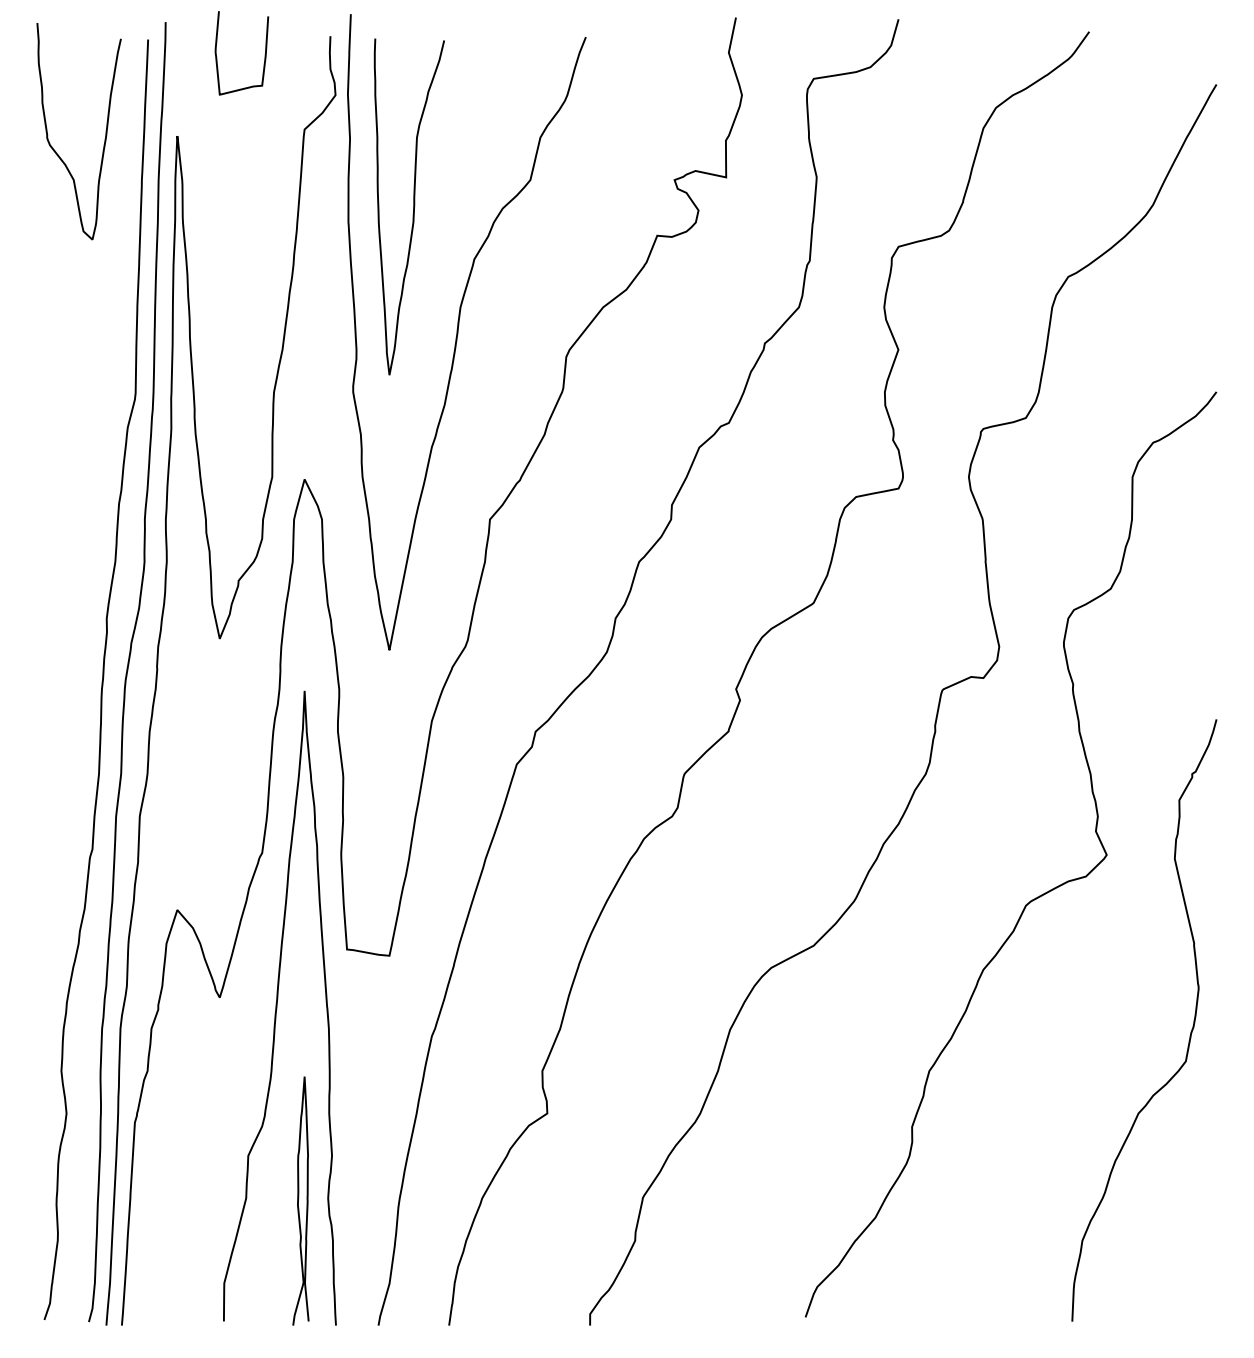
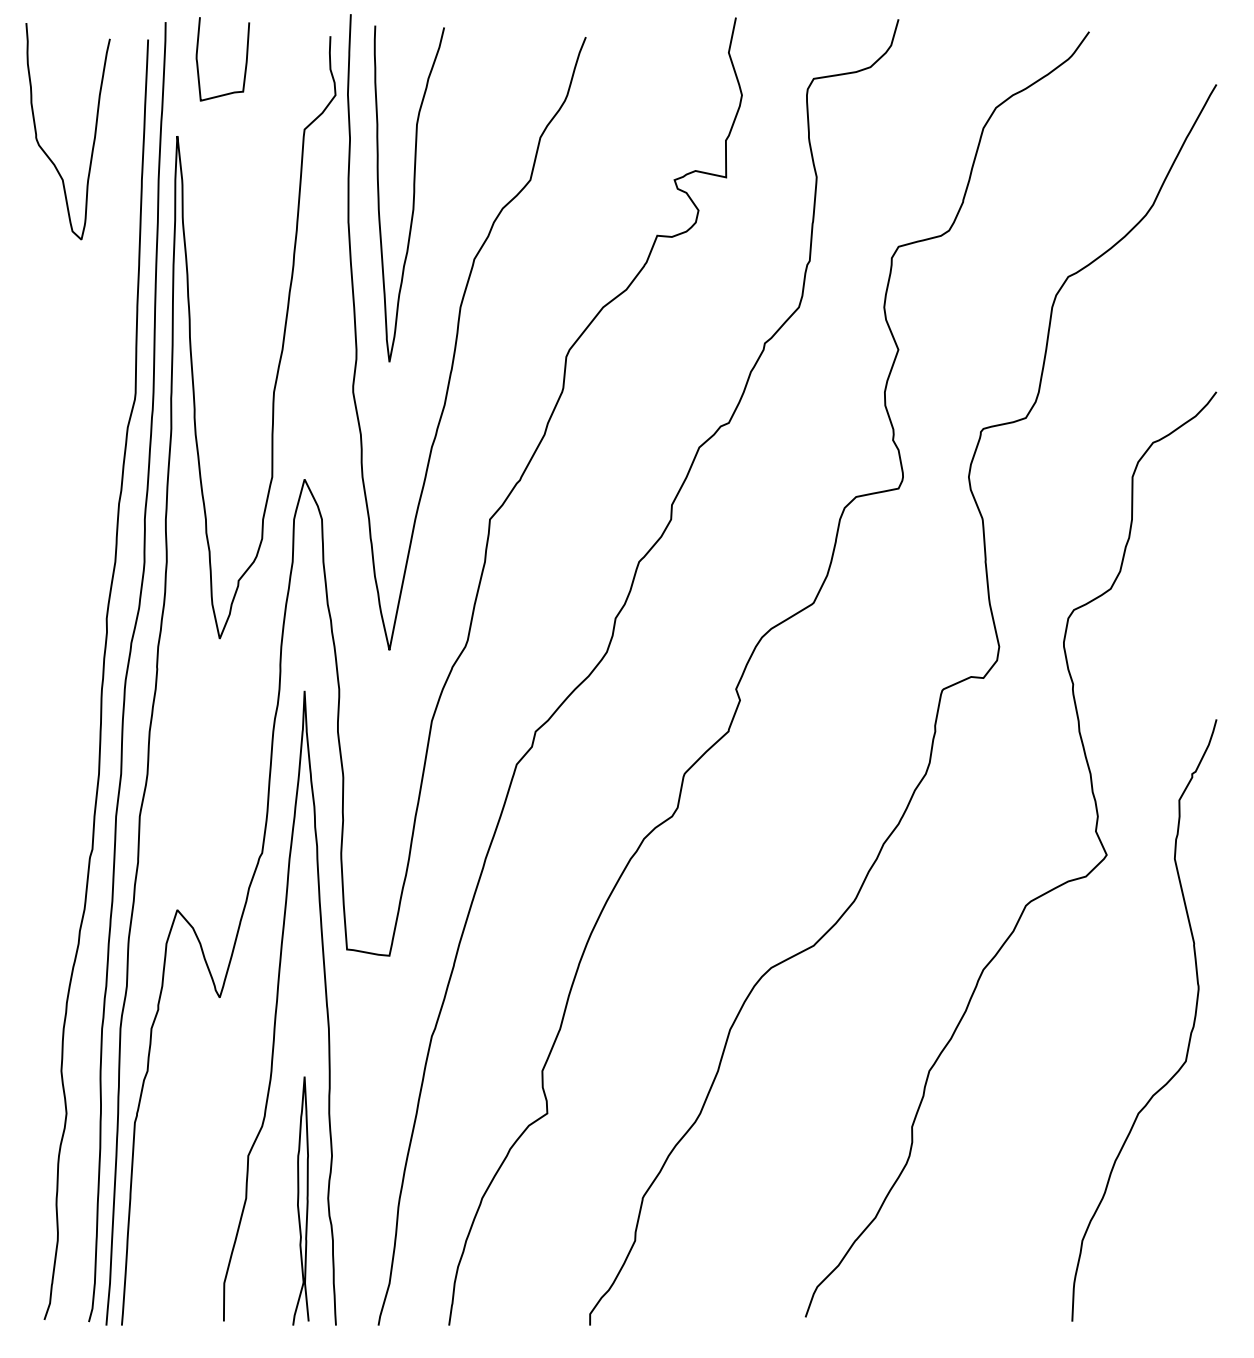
curve at (264, 54) position: (264, 54) -> (245, 60)
curve at (104, 138) position: (104, 138) -> (93, 138)
curve at (413, 206) position: (413, 206) -> (413, 193)
